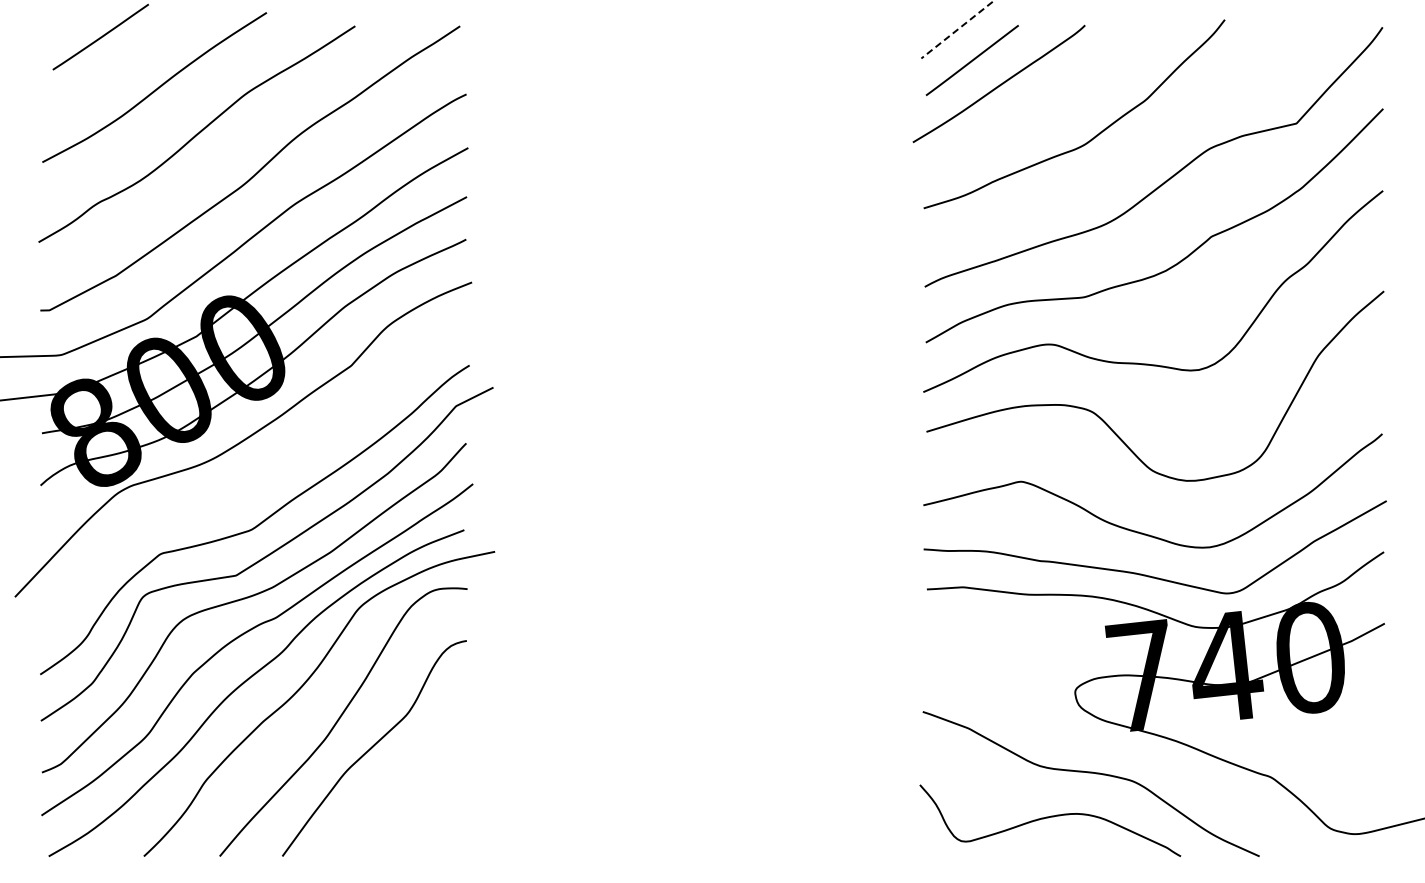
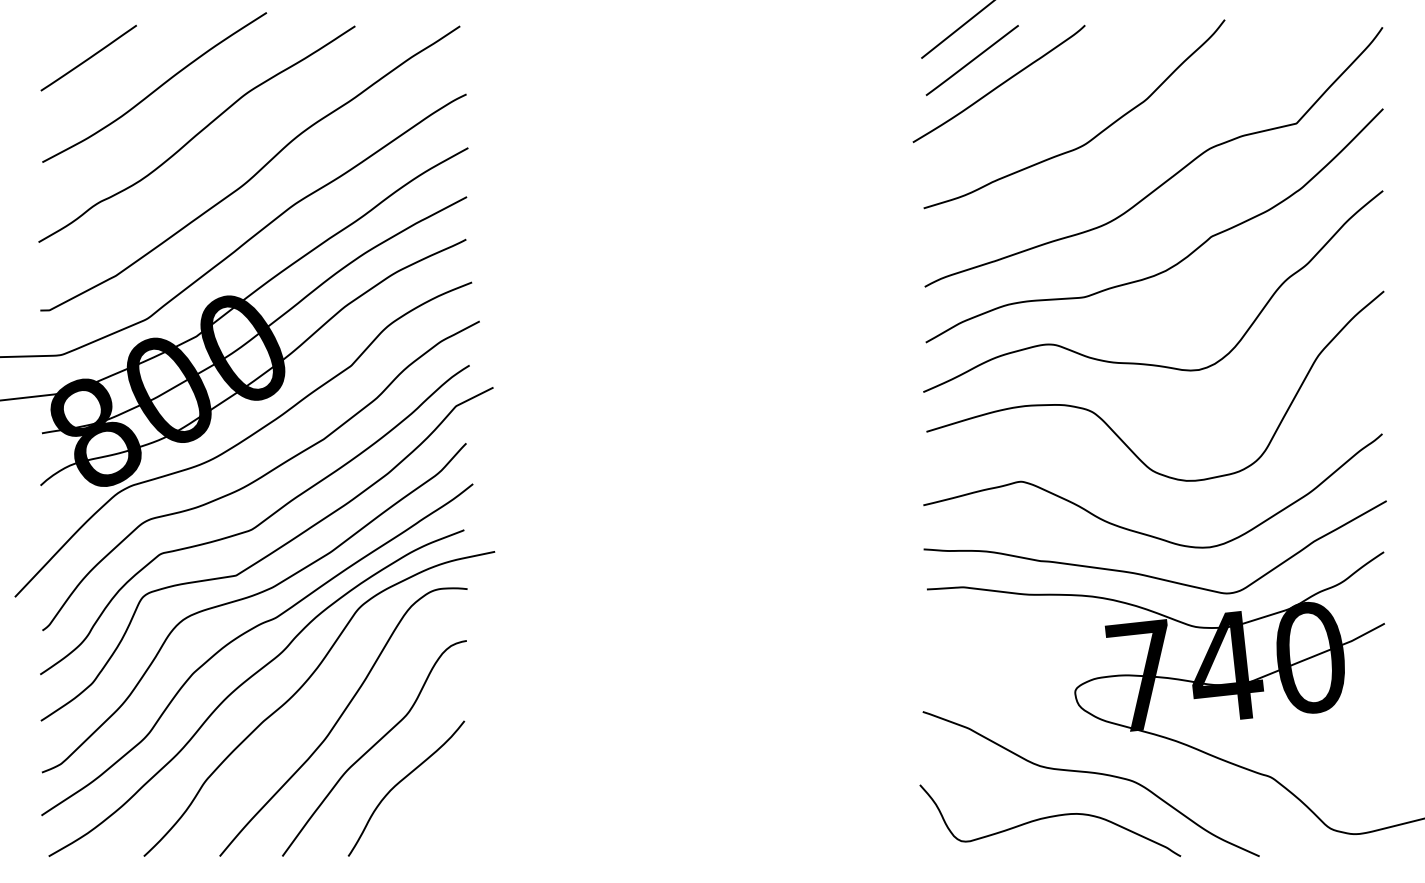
line at (957, 29): dashed -> solid
line at (100, 36) position: (100, 36) -> (88, 57)
curve at (260, 476): none -> present
curve at (400, 782): none -> present
